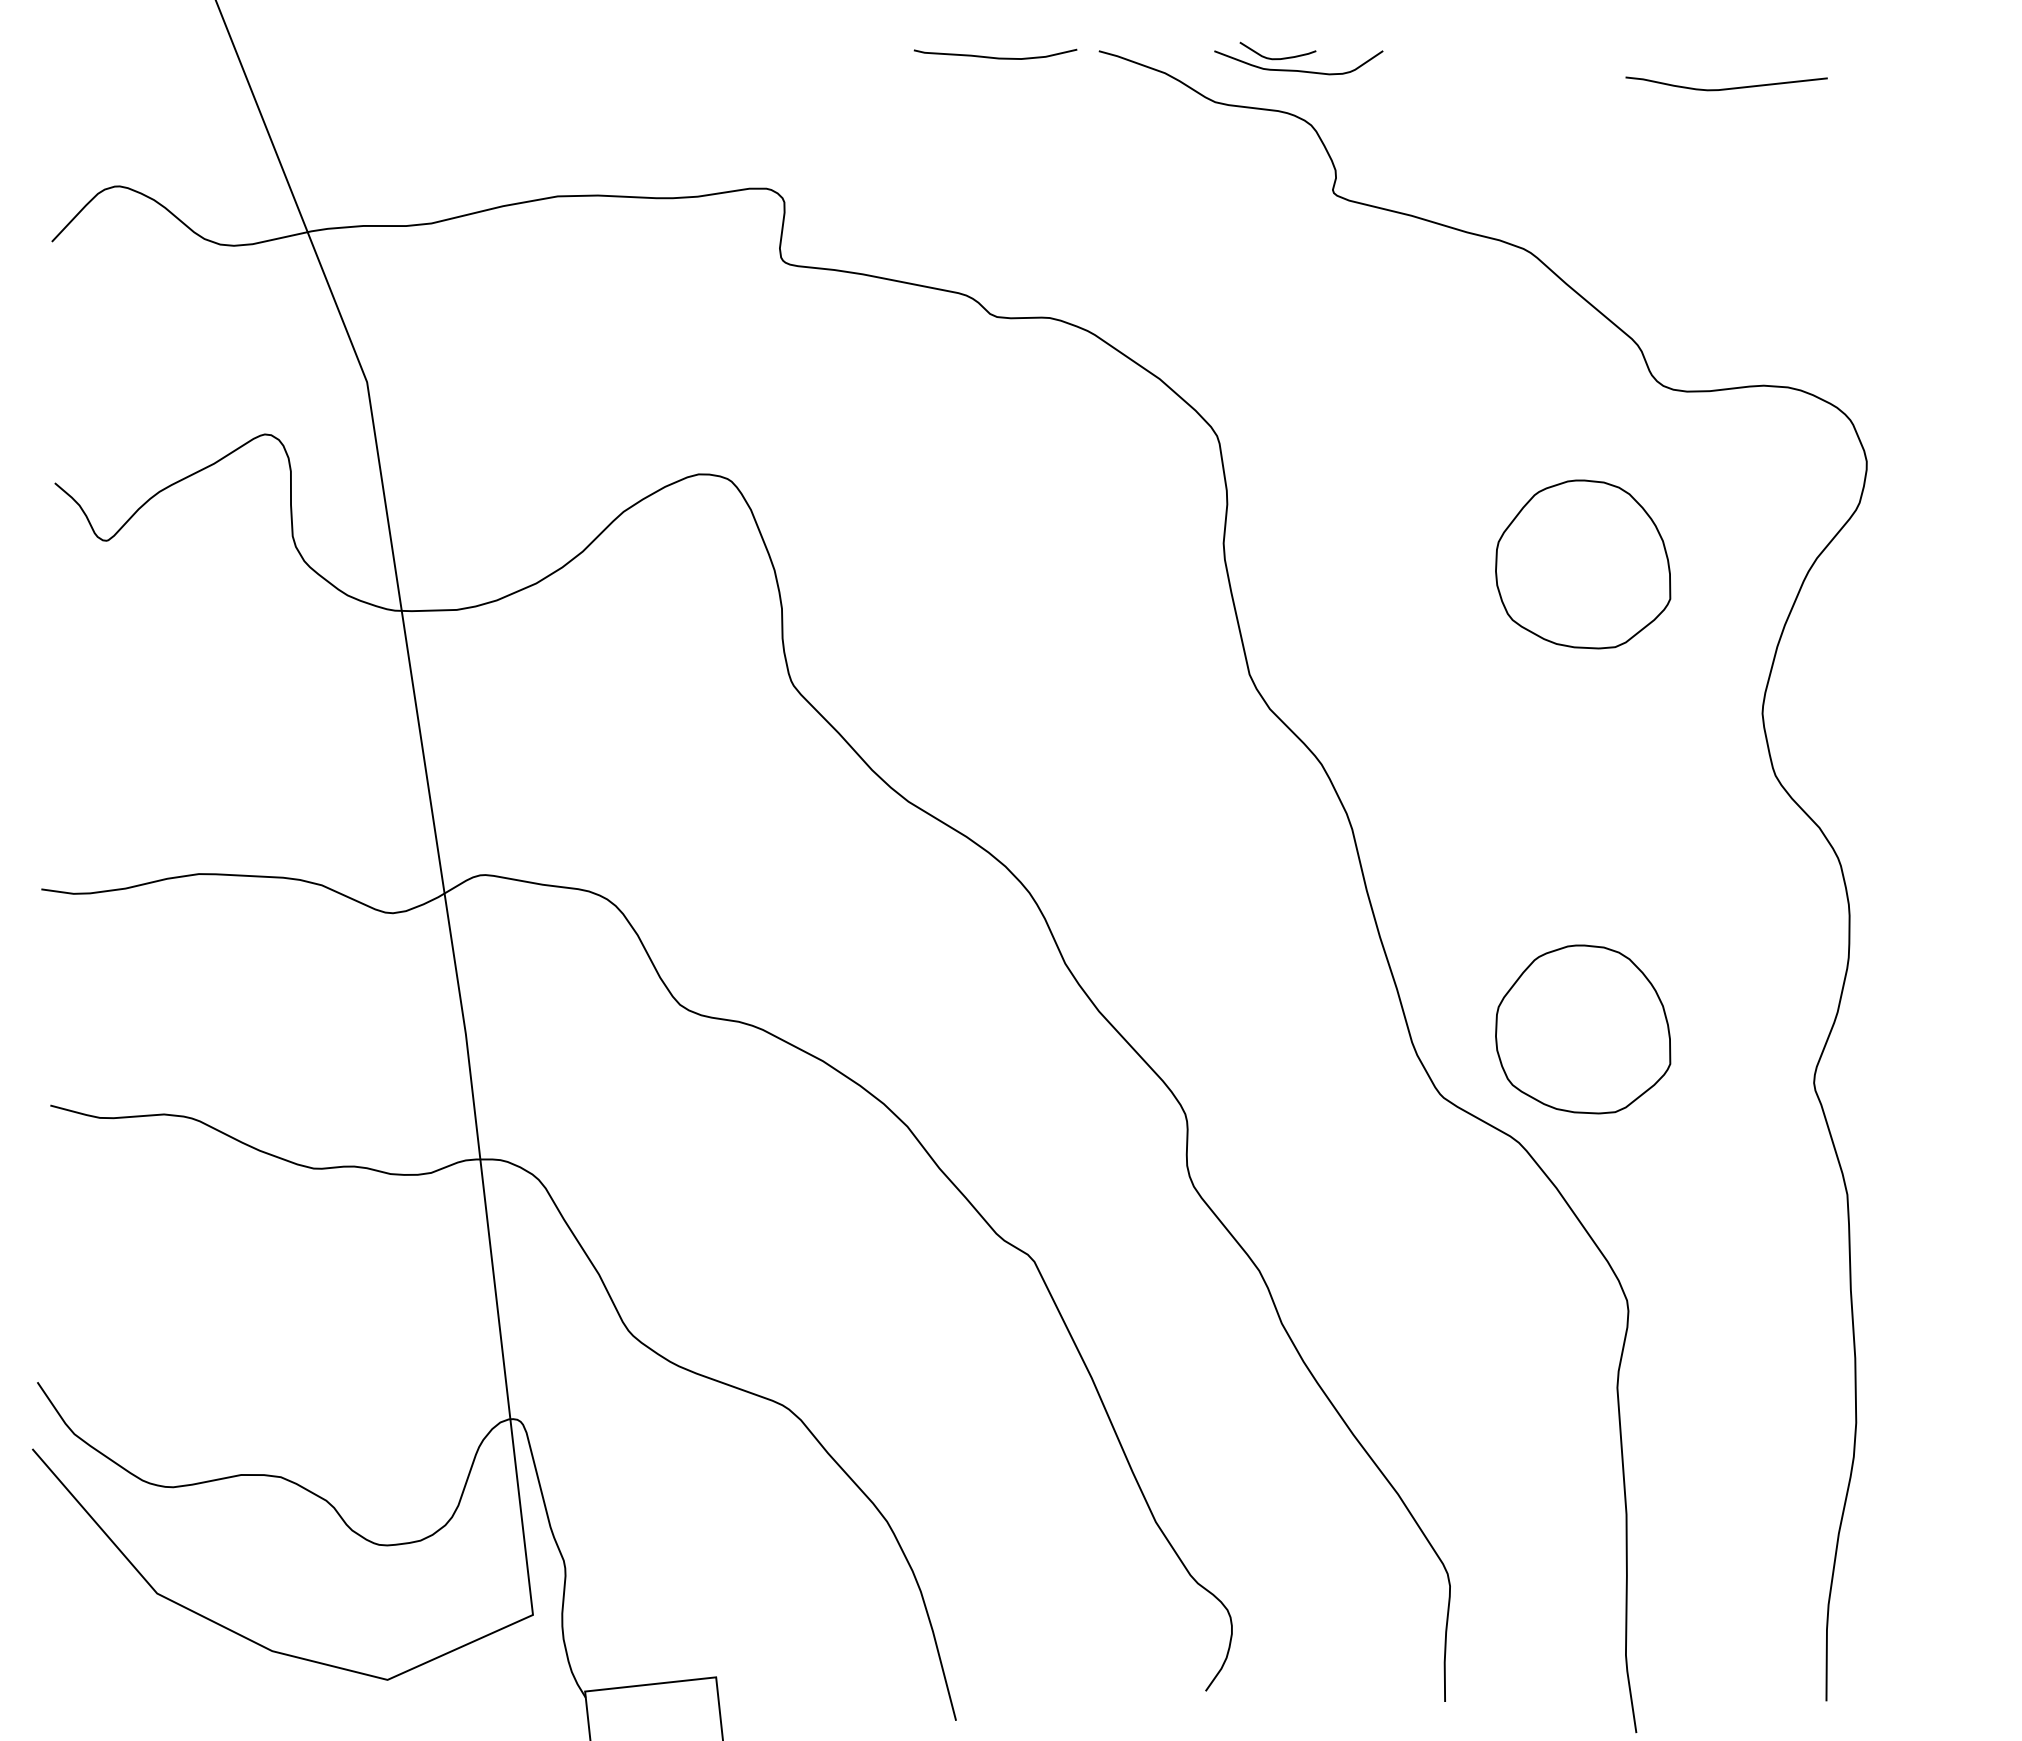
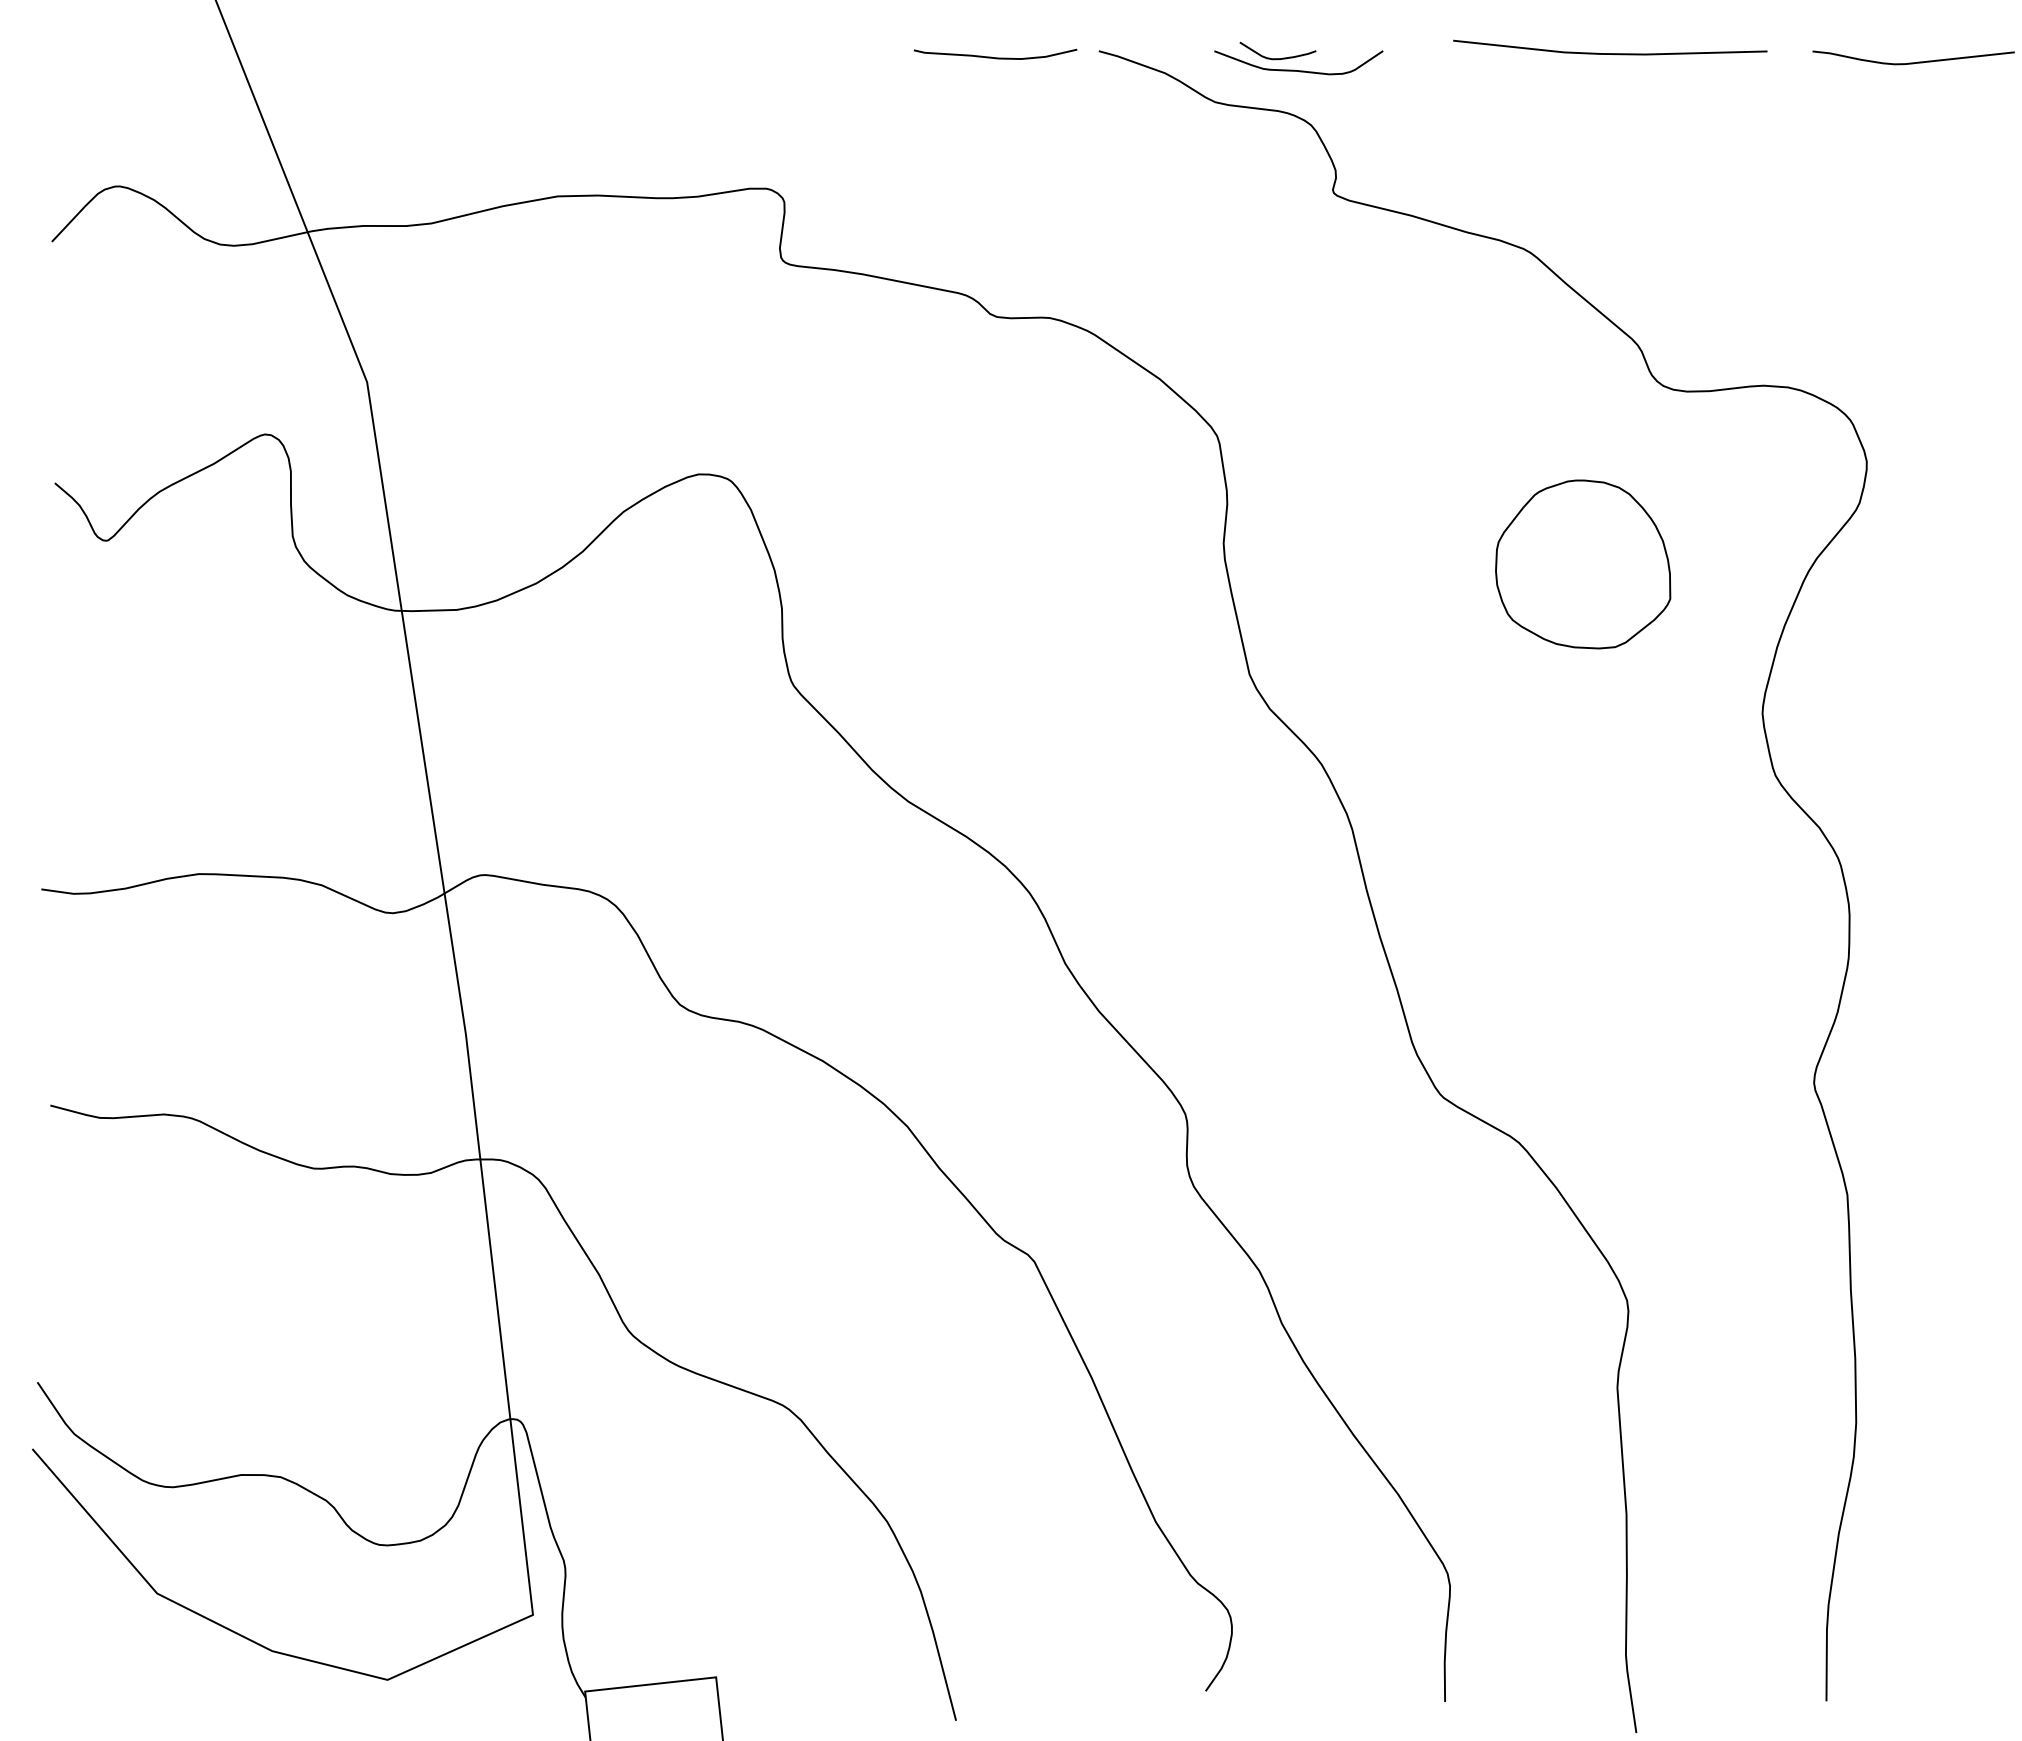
line at (1610, 53): none -> present
curve at (1726, 88) position: (1726, 88) -> (1913, 62)
part at (1583, 1029): present -> none
